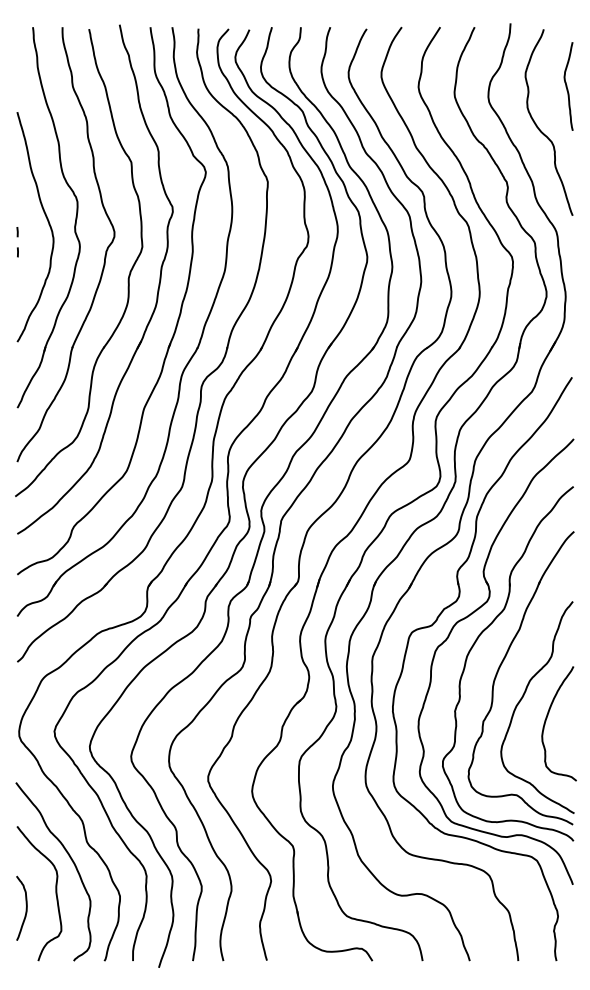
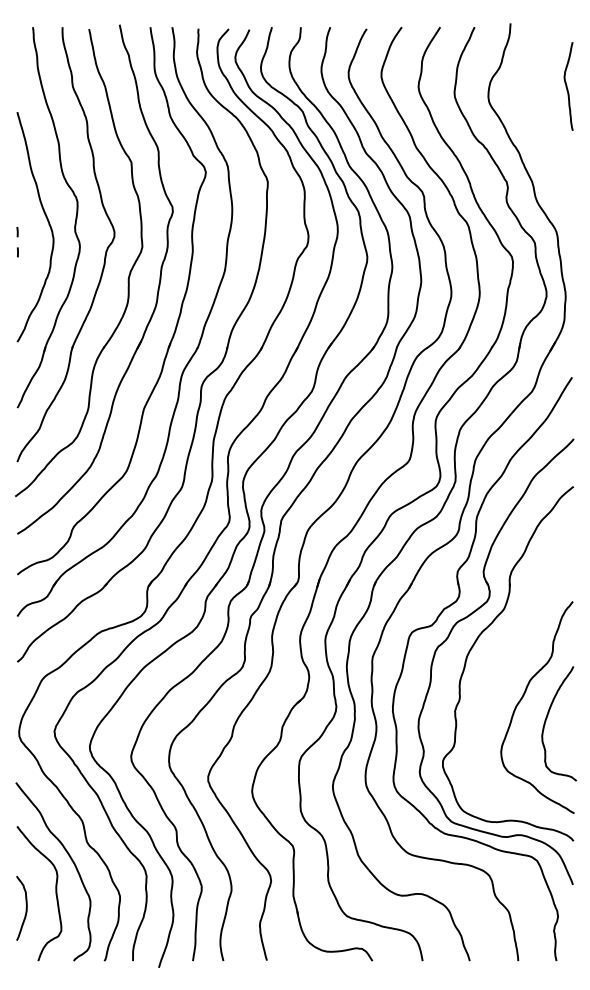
curve at (540, 129): present -> none
part at (499, 670): present -> none
